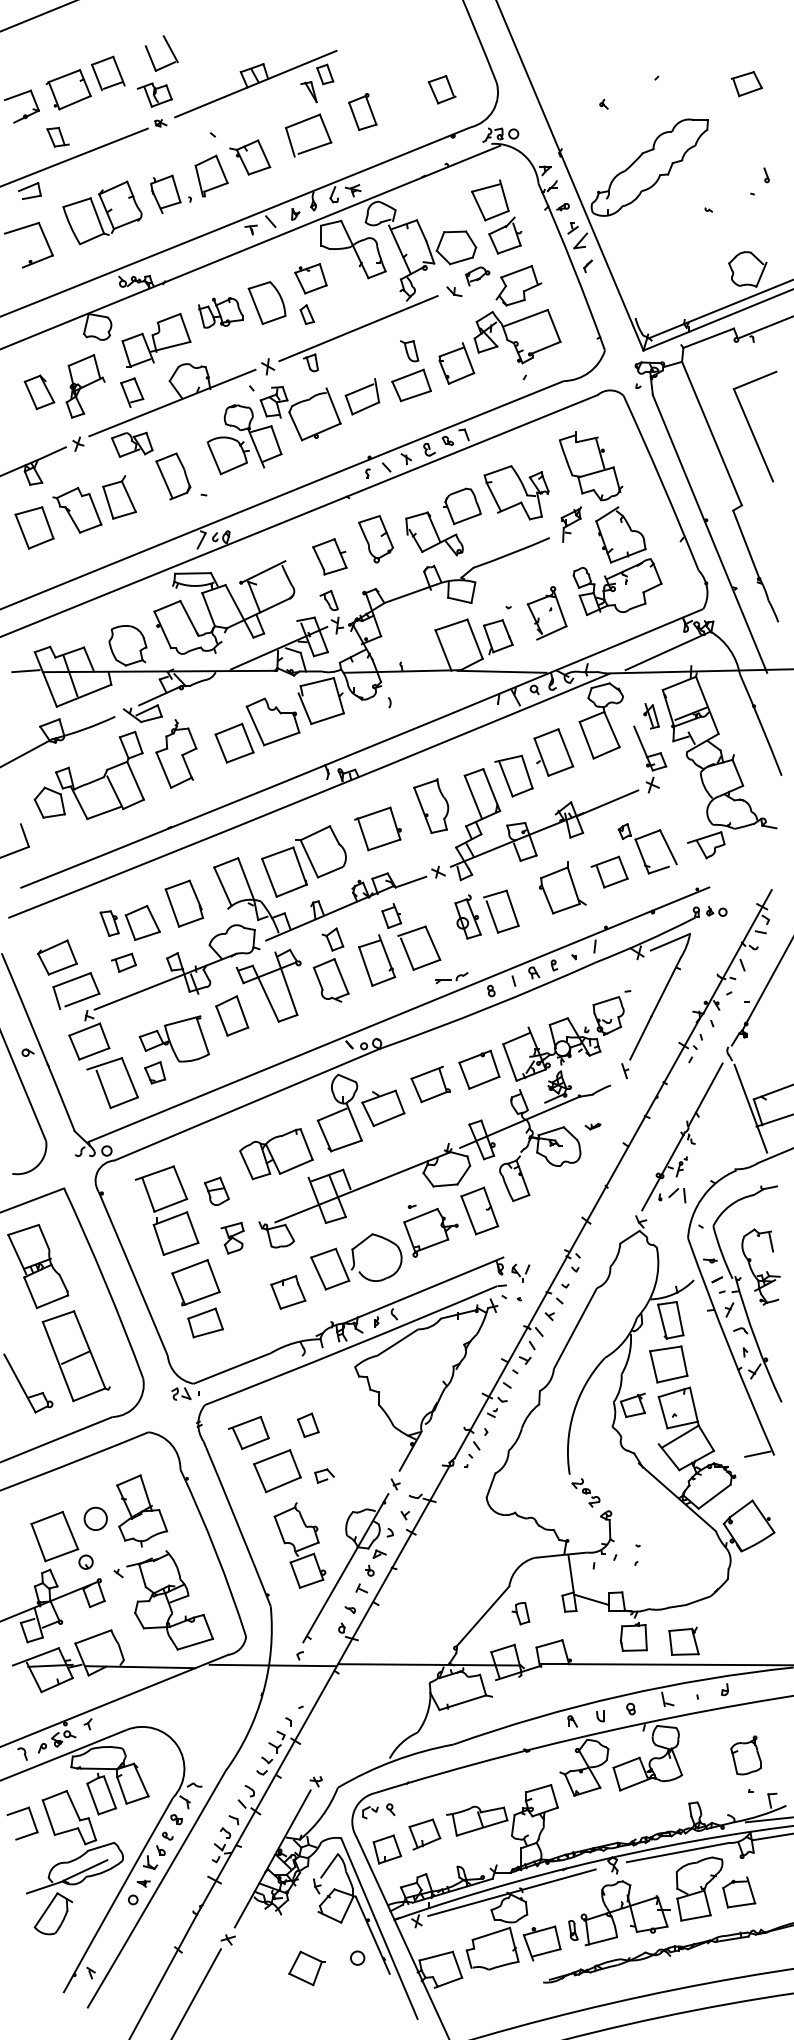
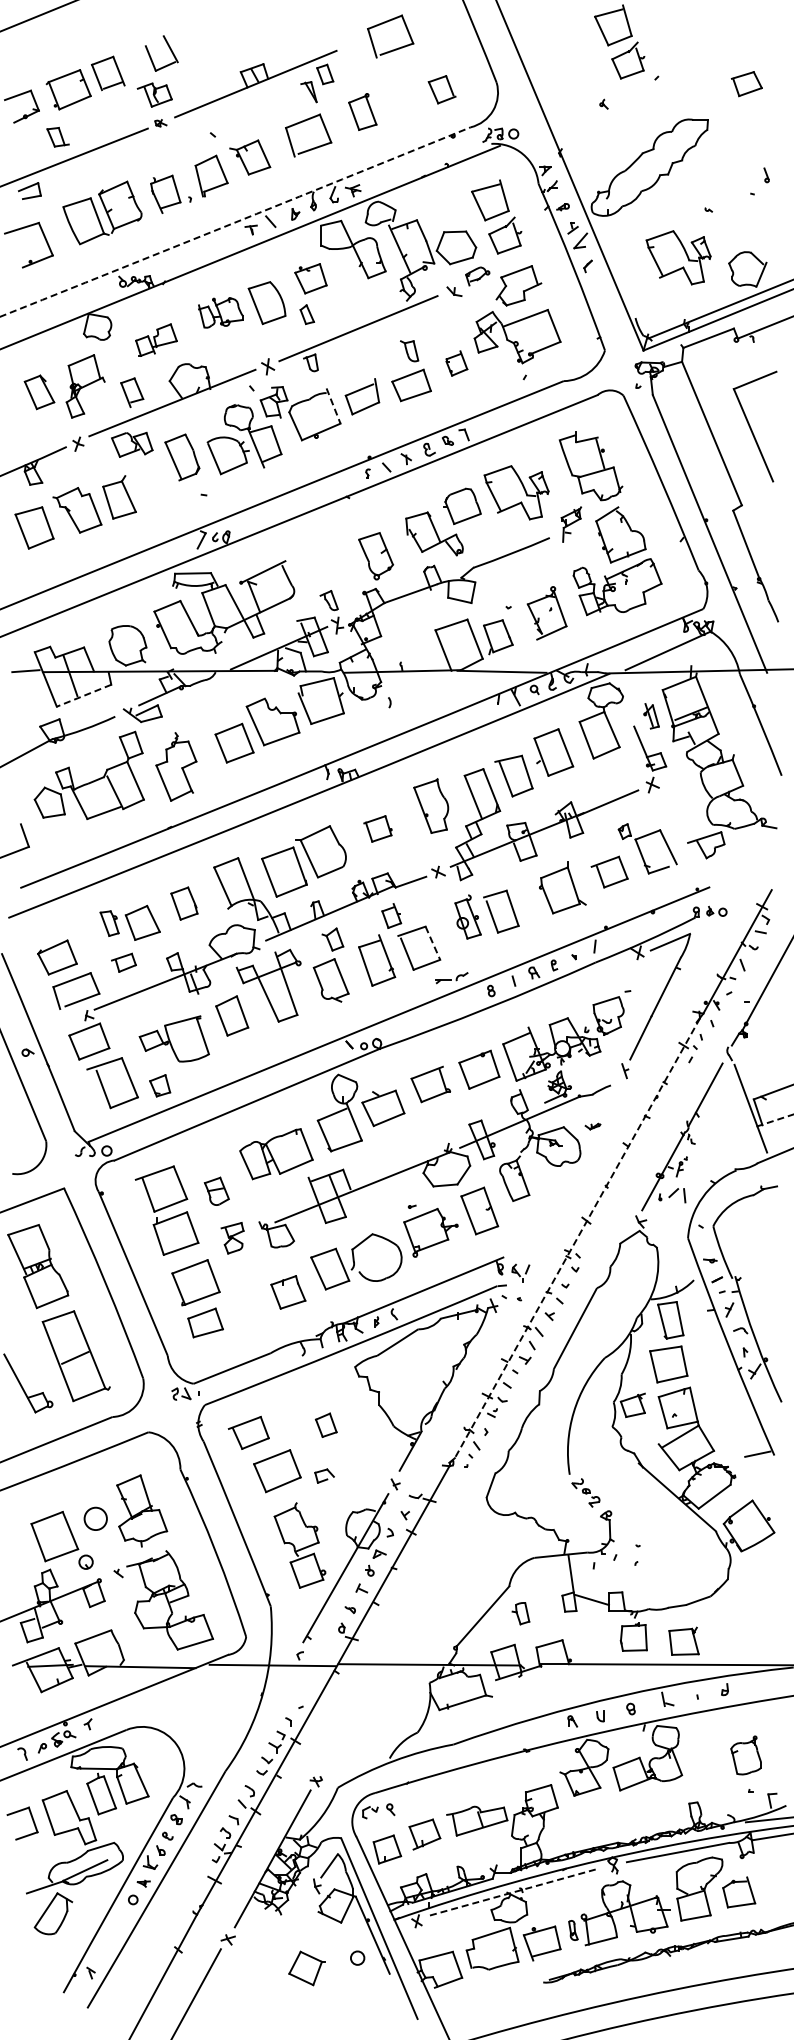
part at (619, 41): none -> present
part at (395, 48): none -> present
arc at (235, 222): solid -> dashed
part at (678, 257): none -> present
part at (156, 339) size: 71x56 px -> 43x34 px
part at (456, 363) size: 38x43 px -> 24x27 px
line at (333, 406): solid -> dashed
part at (173, 476) position: (173, 476) -> (182, 457)
part at (376, 539) position: (376, 539) -> (376, 556)
part at (329, 556): present -> none
line at (83, 695): solid -> dashed
part at (176, 753) position: (176, 753) -> (176, 766)
part at (377, 828) size: 48x46 px -> 30x28 px
part at (184, 903) size: 41x49 px -> 29x35 px
line at (433, 943): solid -> dashed
part at (155, 1072) position: (155, 1072) -> (160, 1085)
line at (775, 1120): solid -> dashed
line at (577, 1238): solid -> dashed
part at (766, 1271): present -> none
part at (307, 1424) position: (307, 1424) -> (325, 1424)
line at (511, 1892): solid -> dashed
